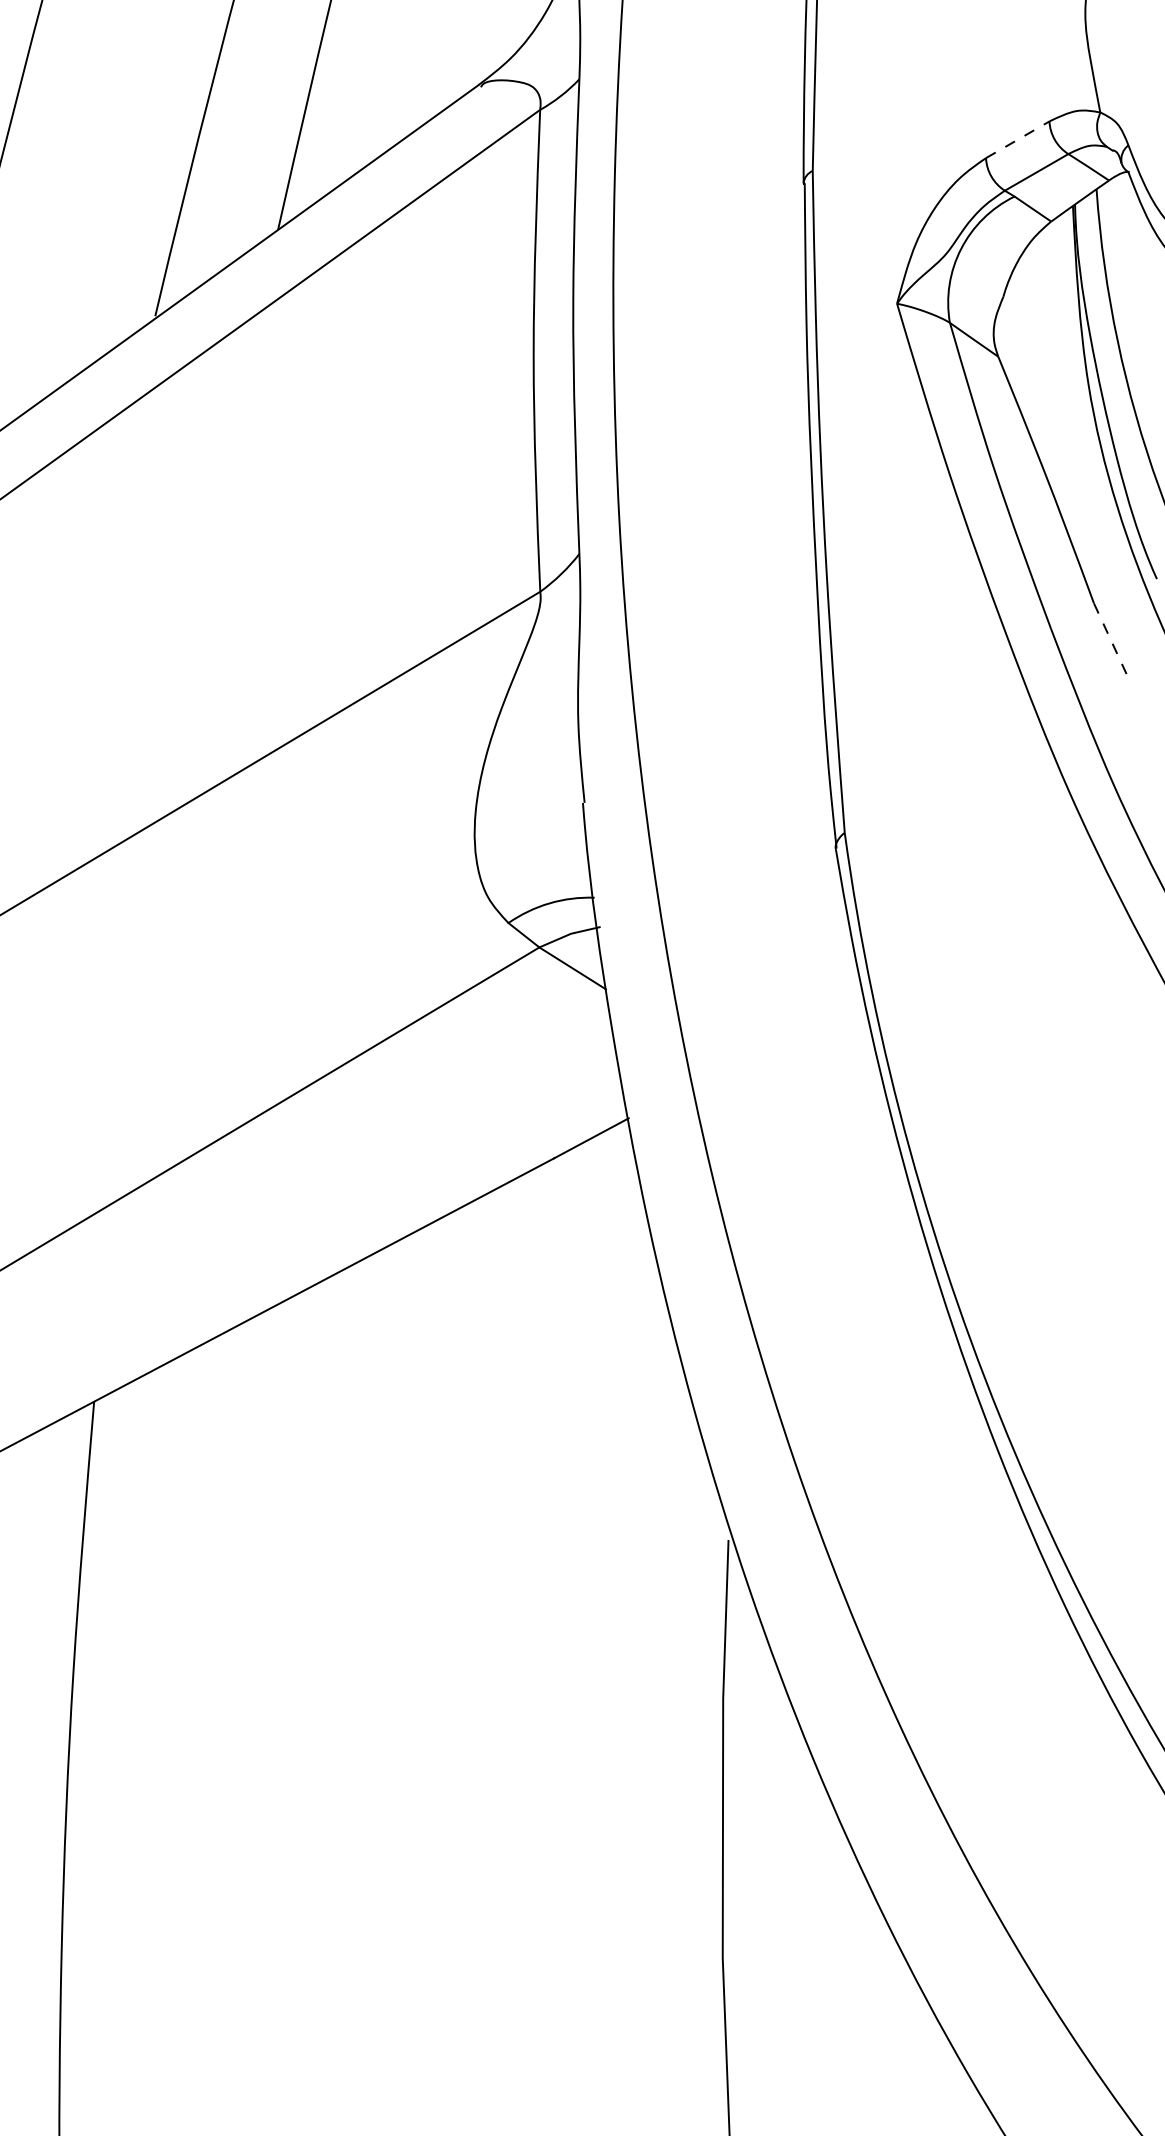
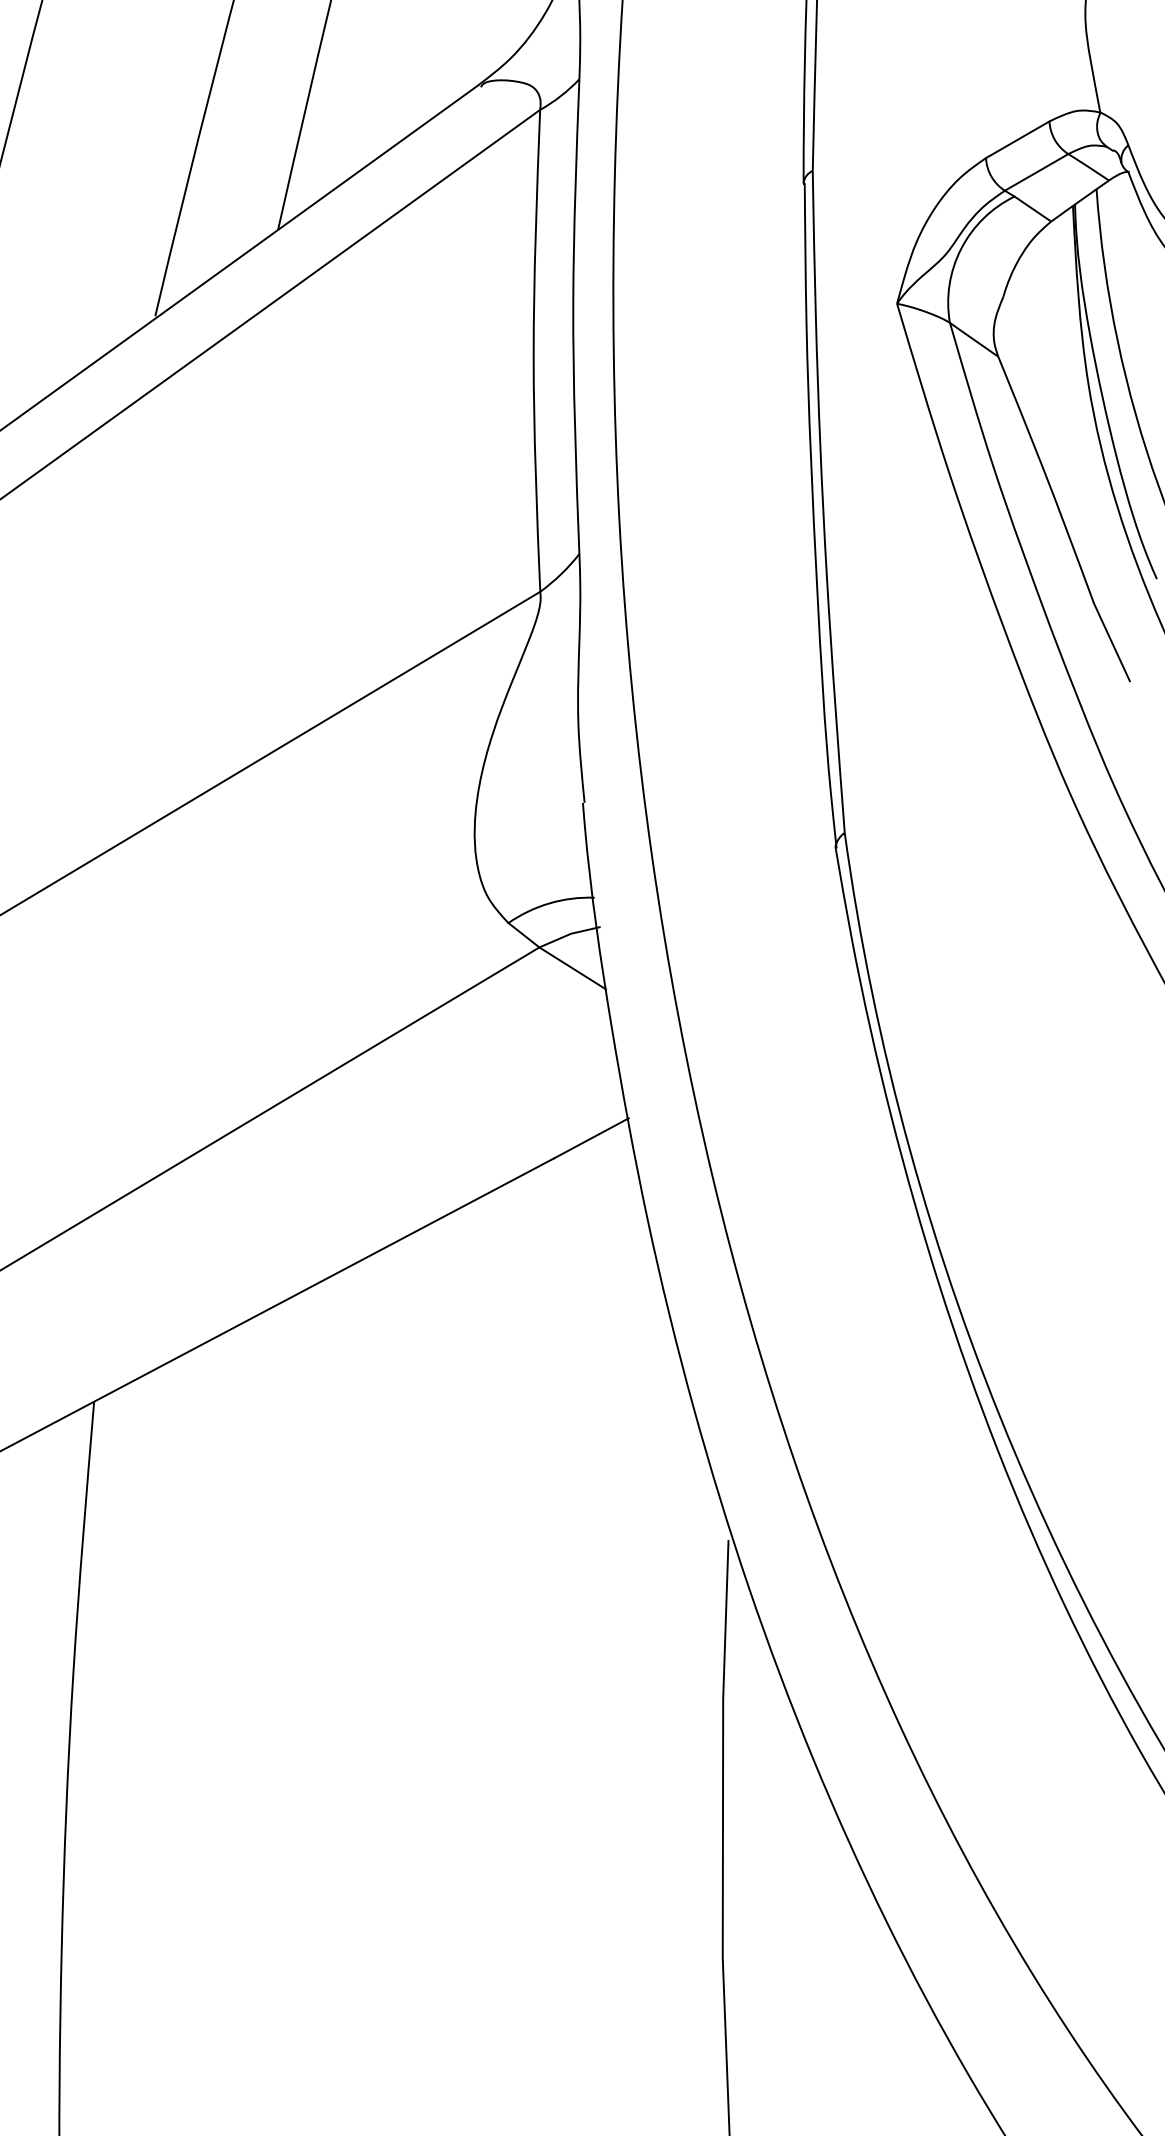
line at (1017, 139): dashed -> solid
line at (1111, 642): dashed -> solid
